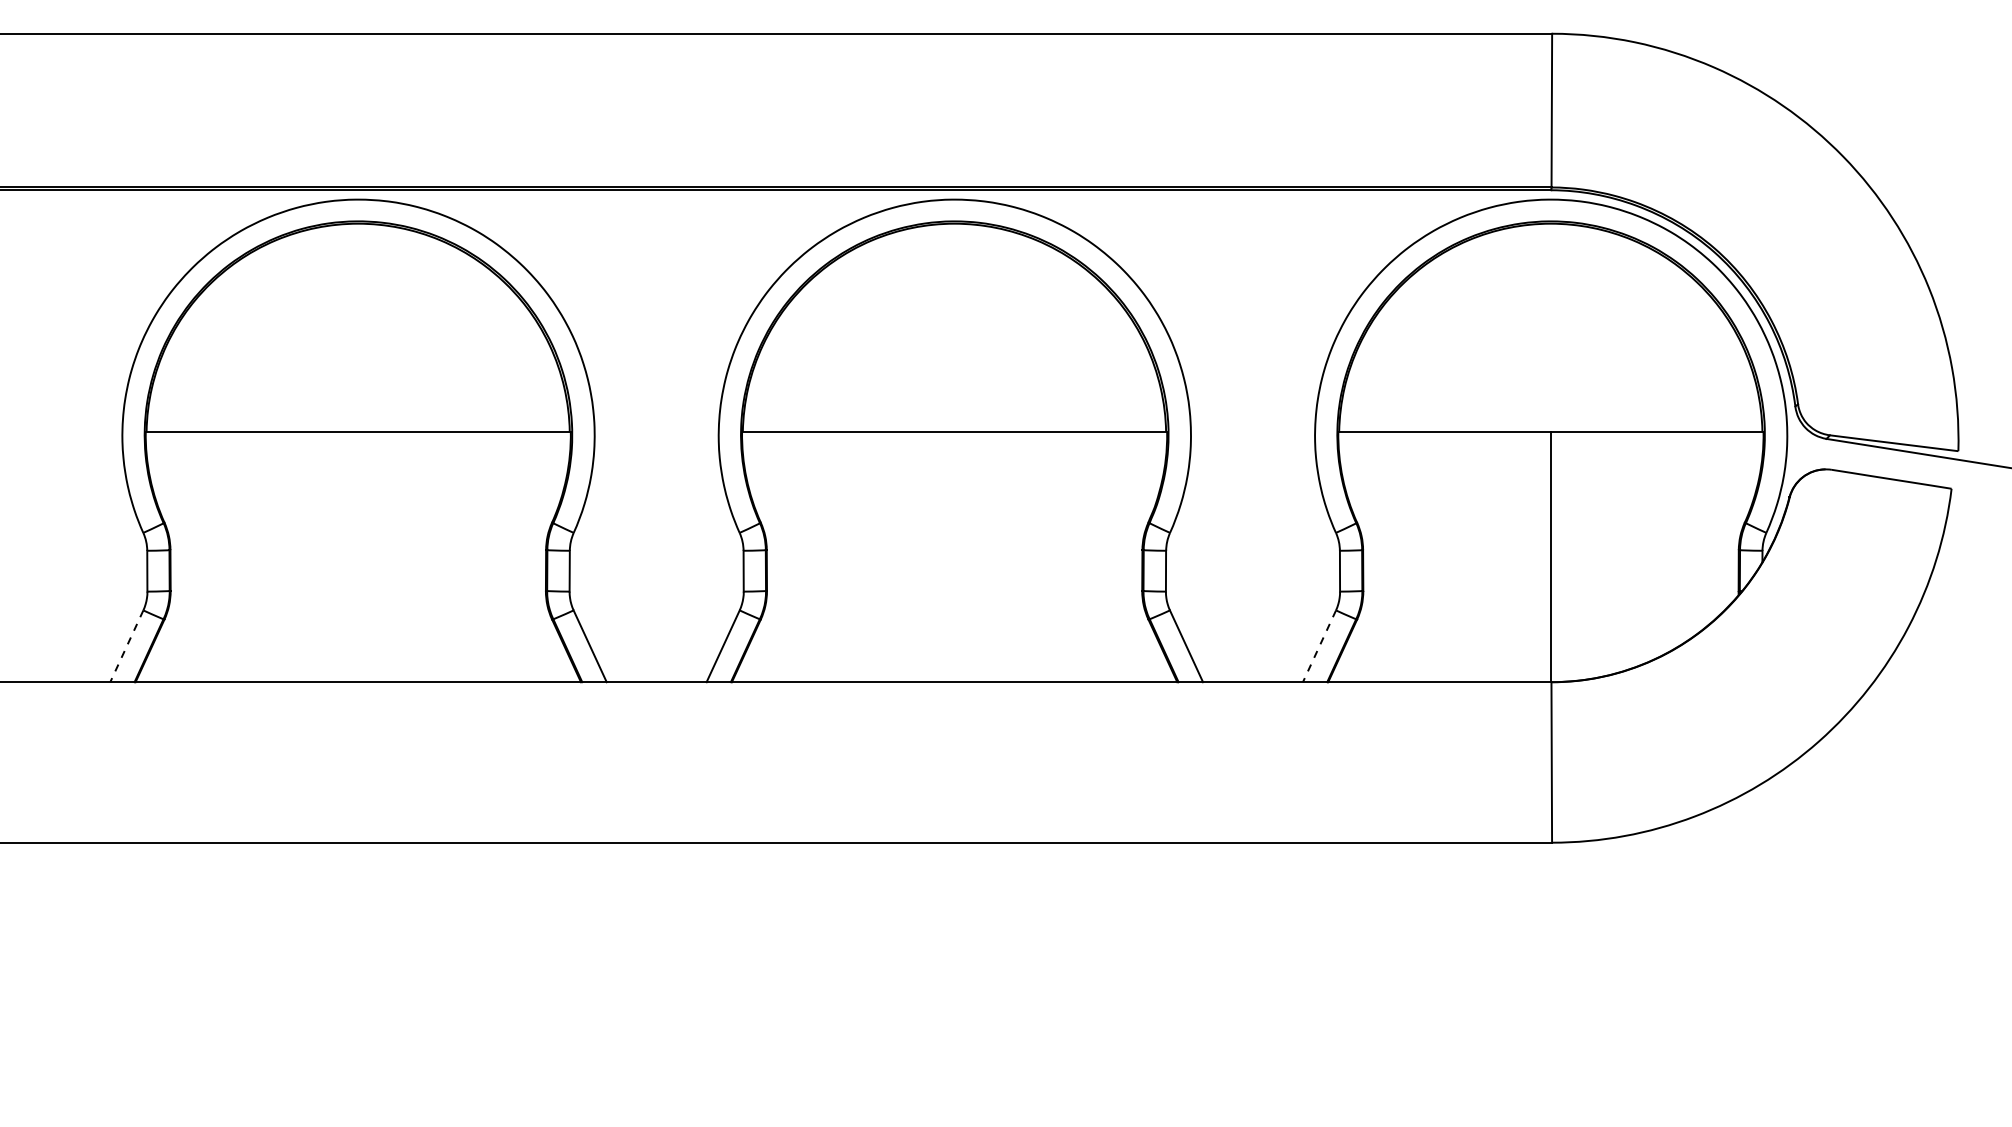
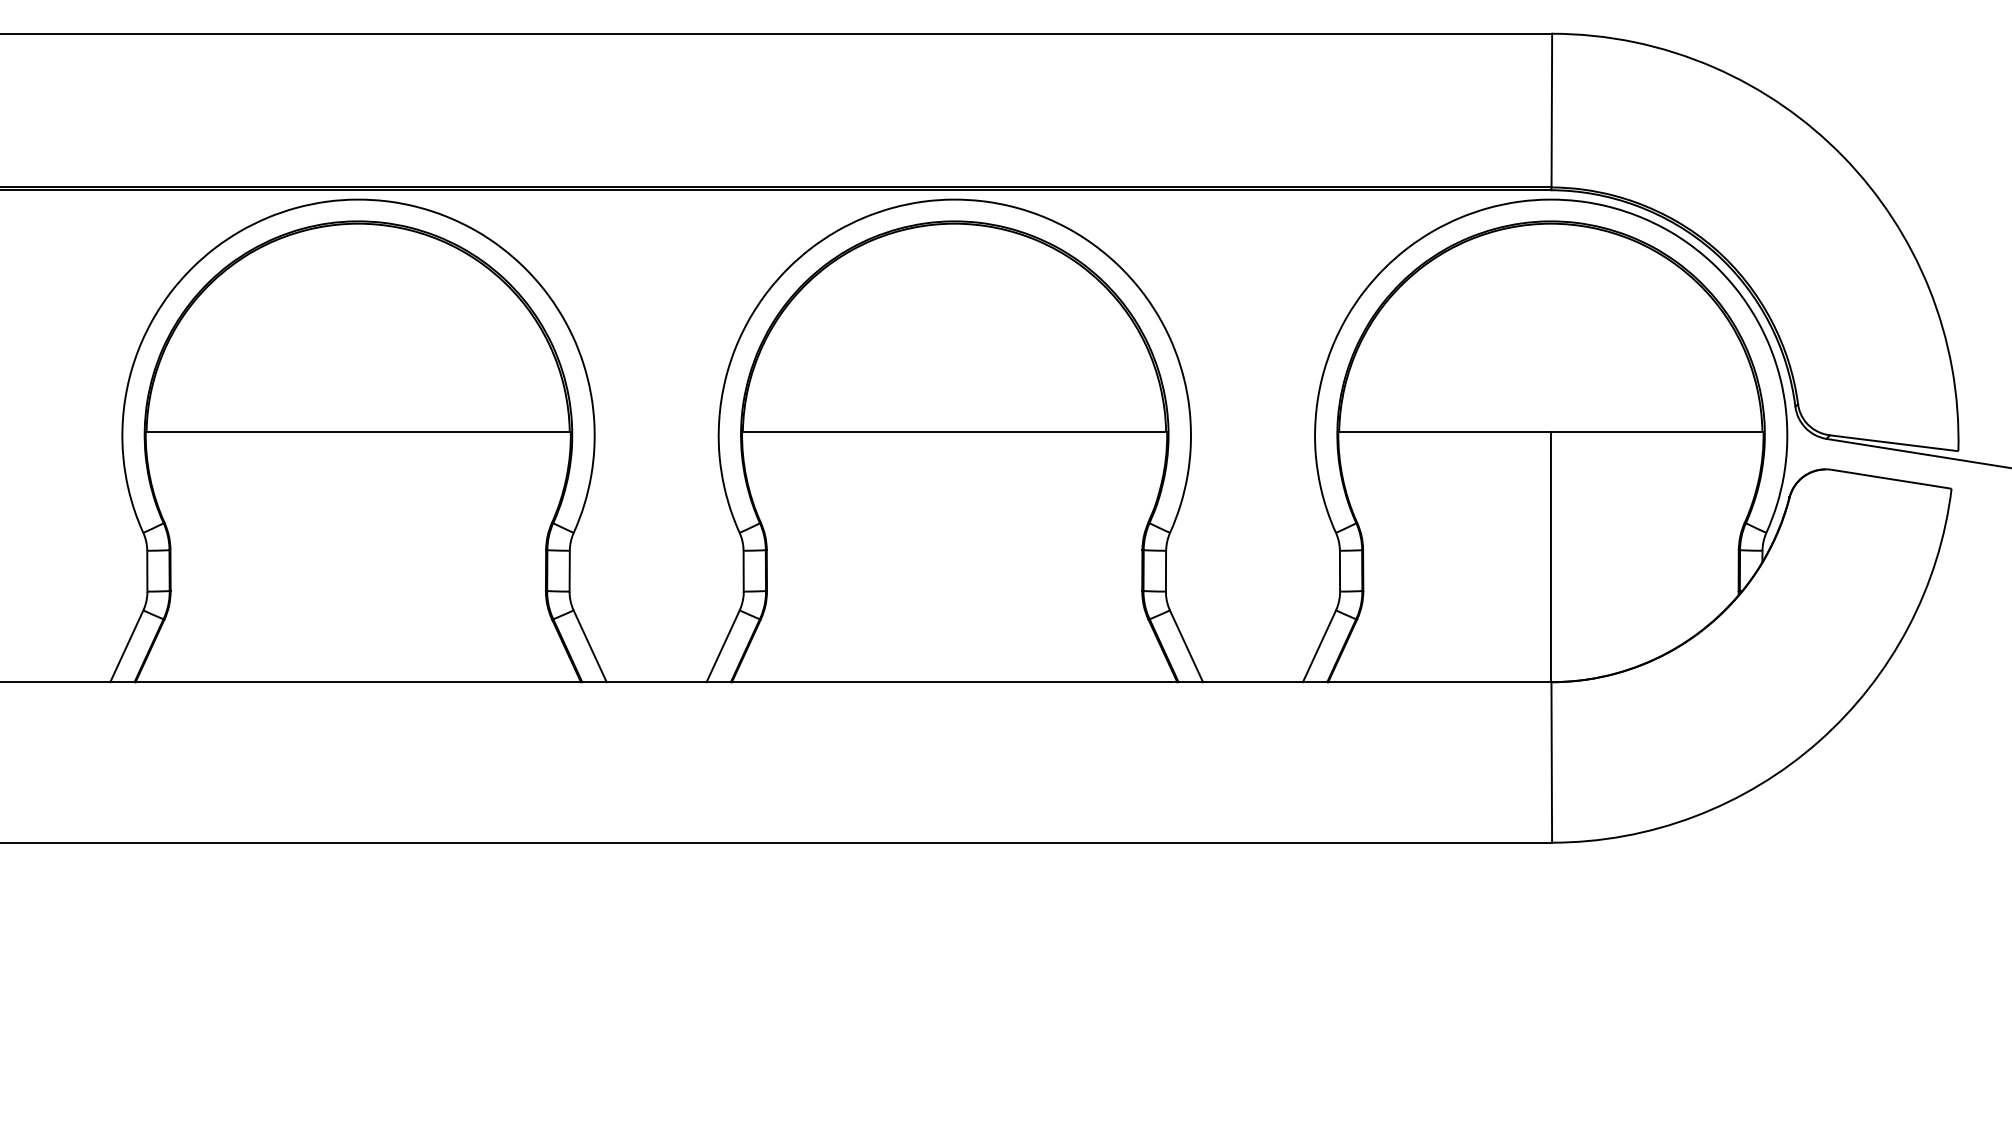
line at (126, 646): dashed -> solid
line at (1319, 646): dashed -> solid
